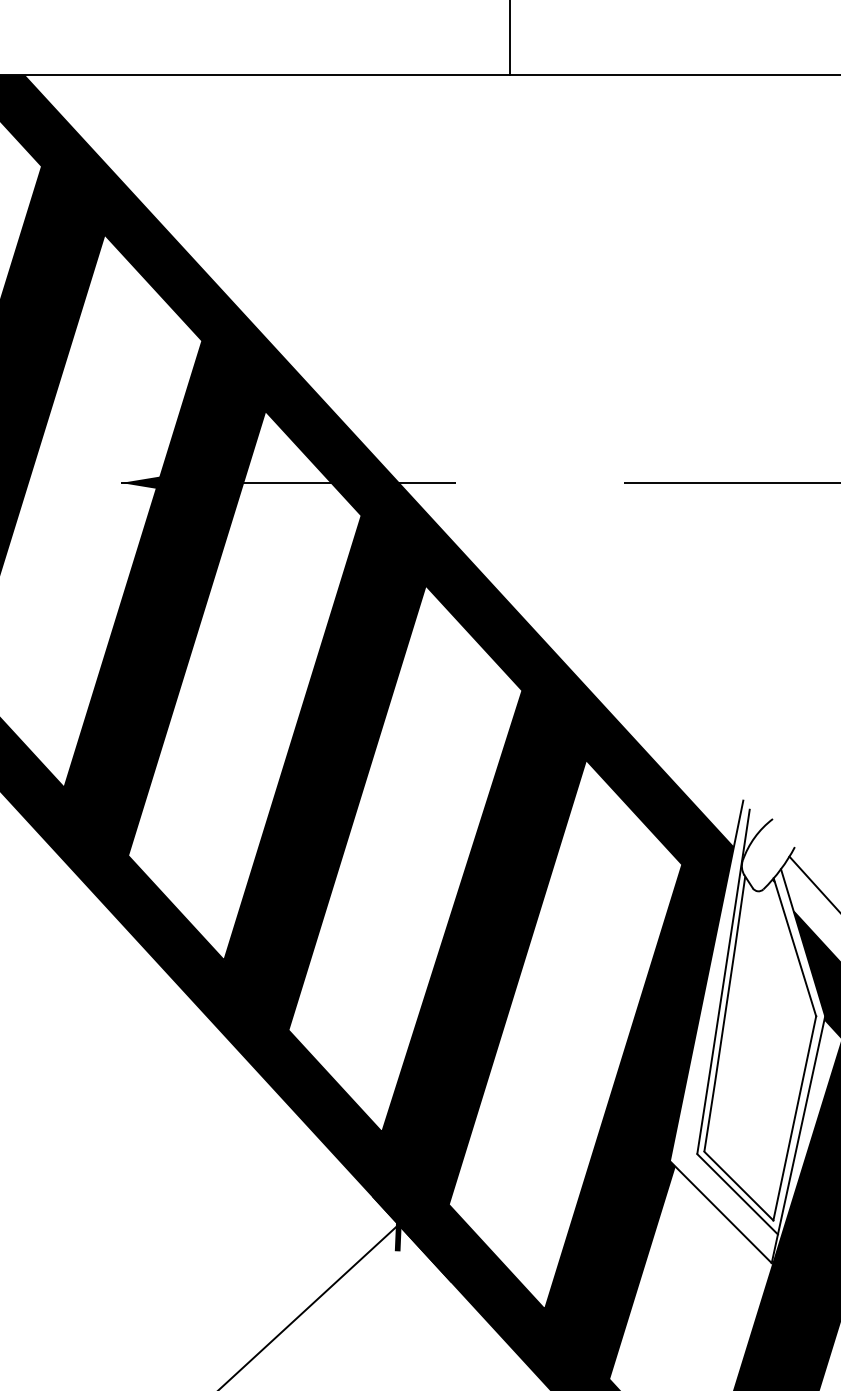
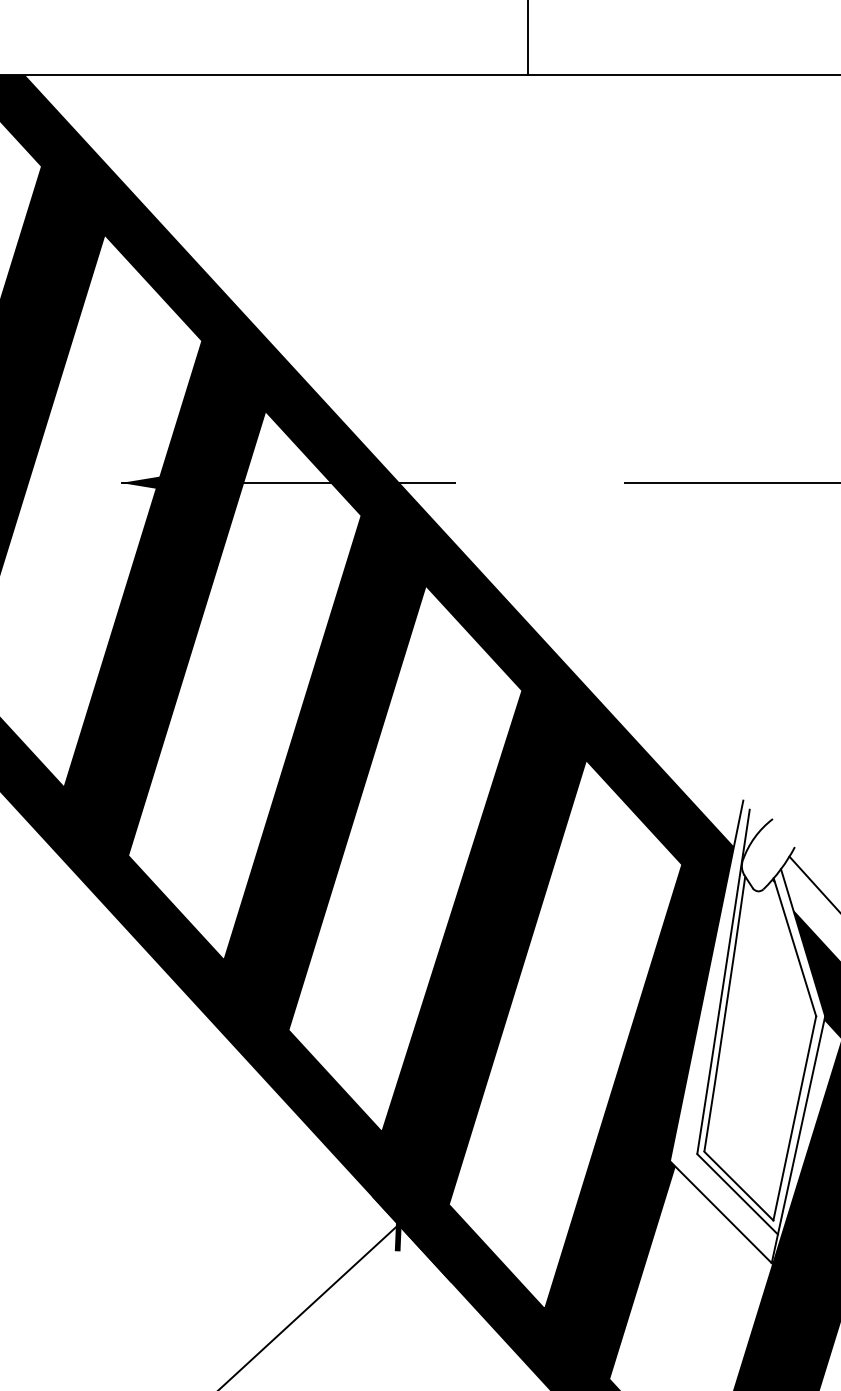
line at (509, 38) position: (509, 38) -> (527, 38)
